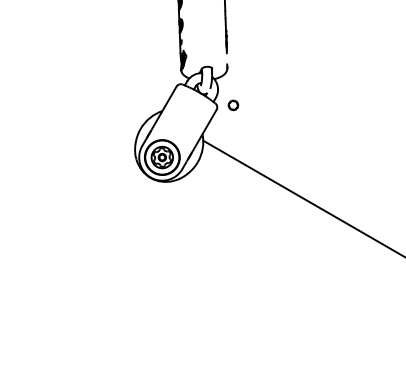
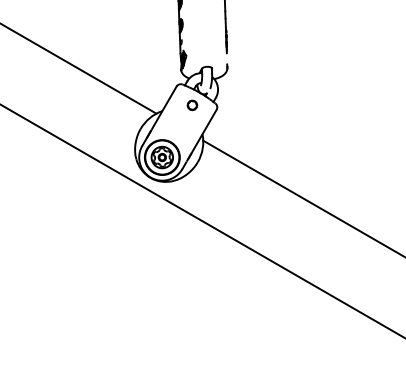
line at (79, 68): none -> present
part at (233, 105) position: (233, 105) -> (192, 105)
line at (202, 220): none -> present
